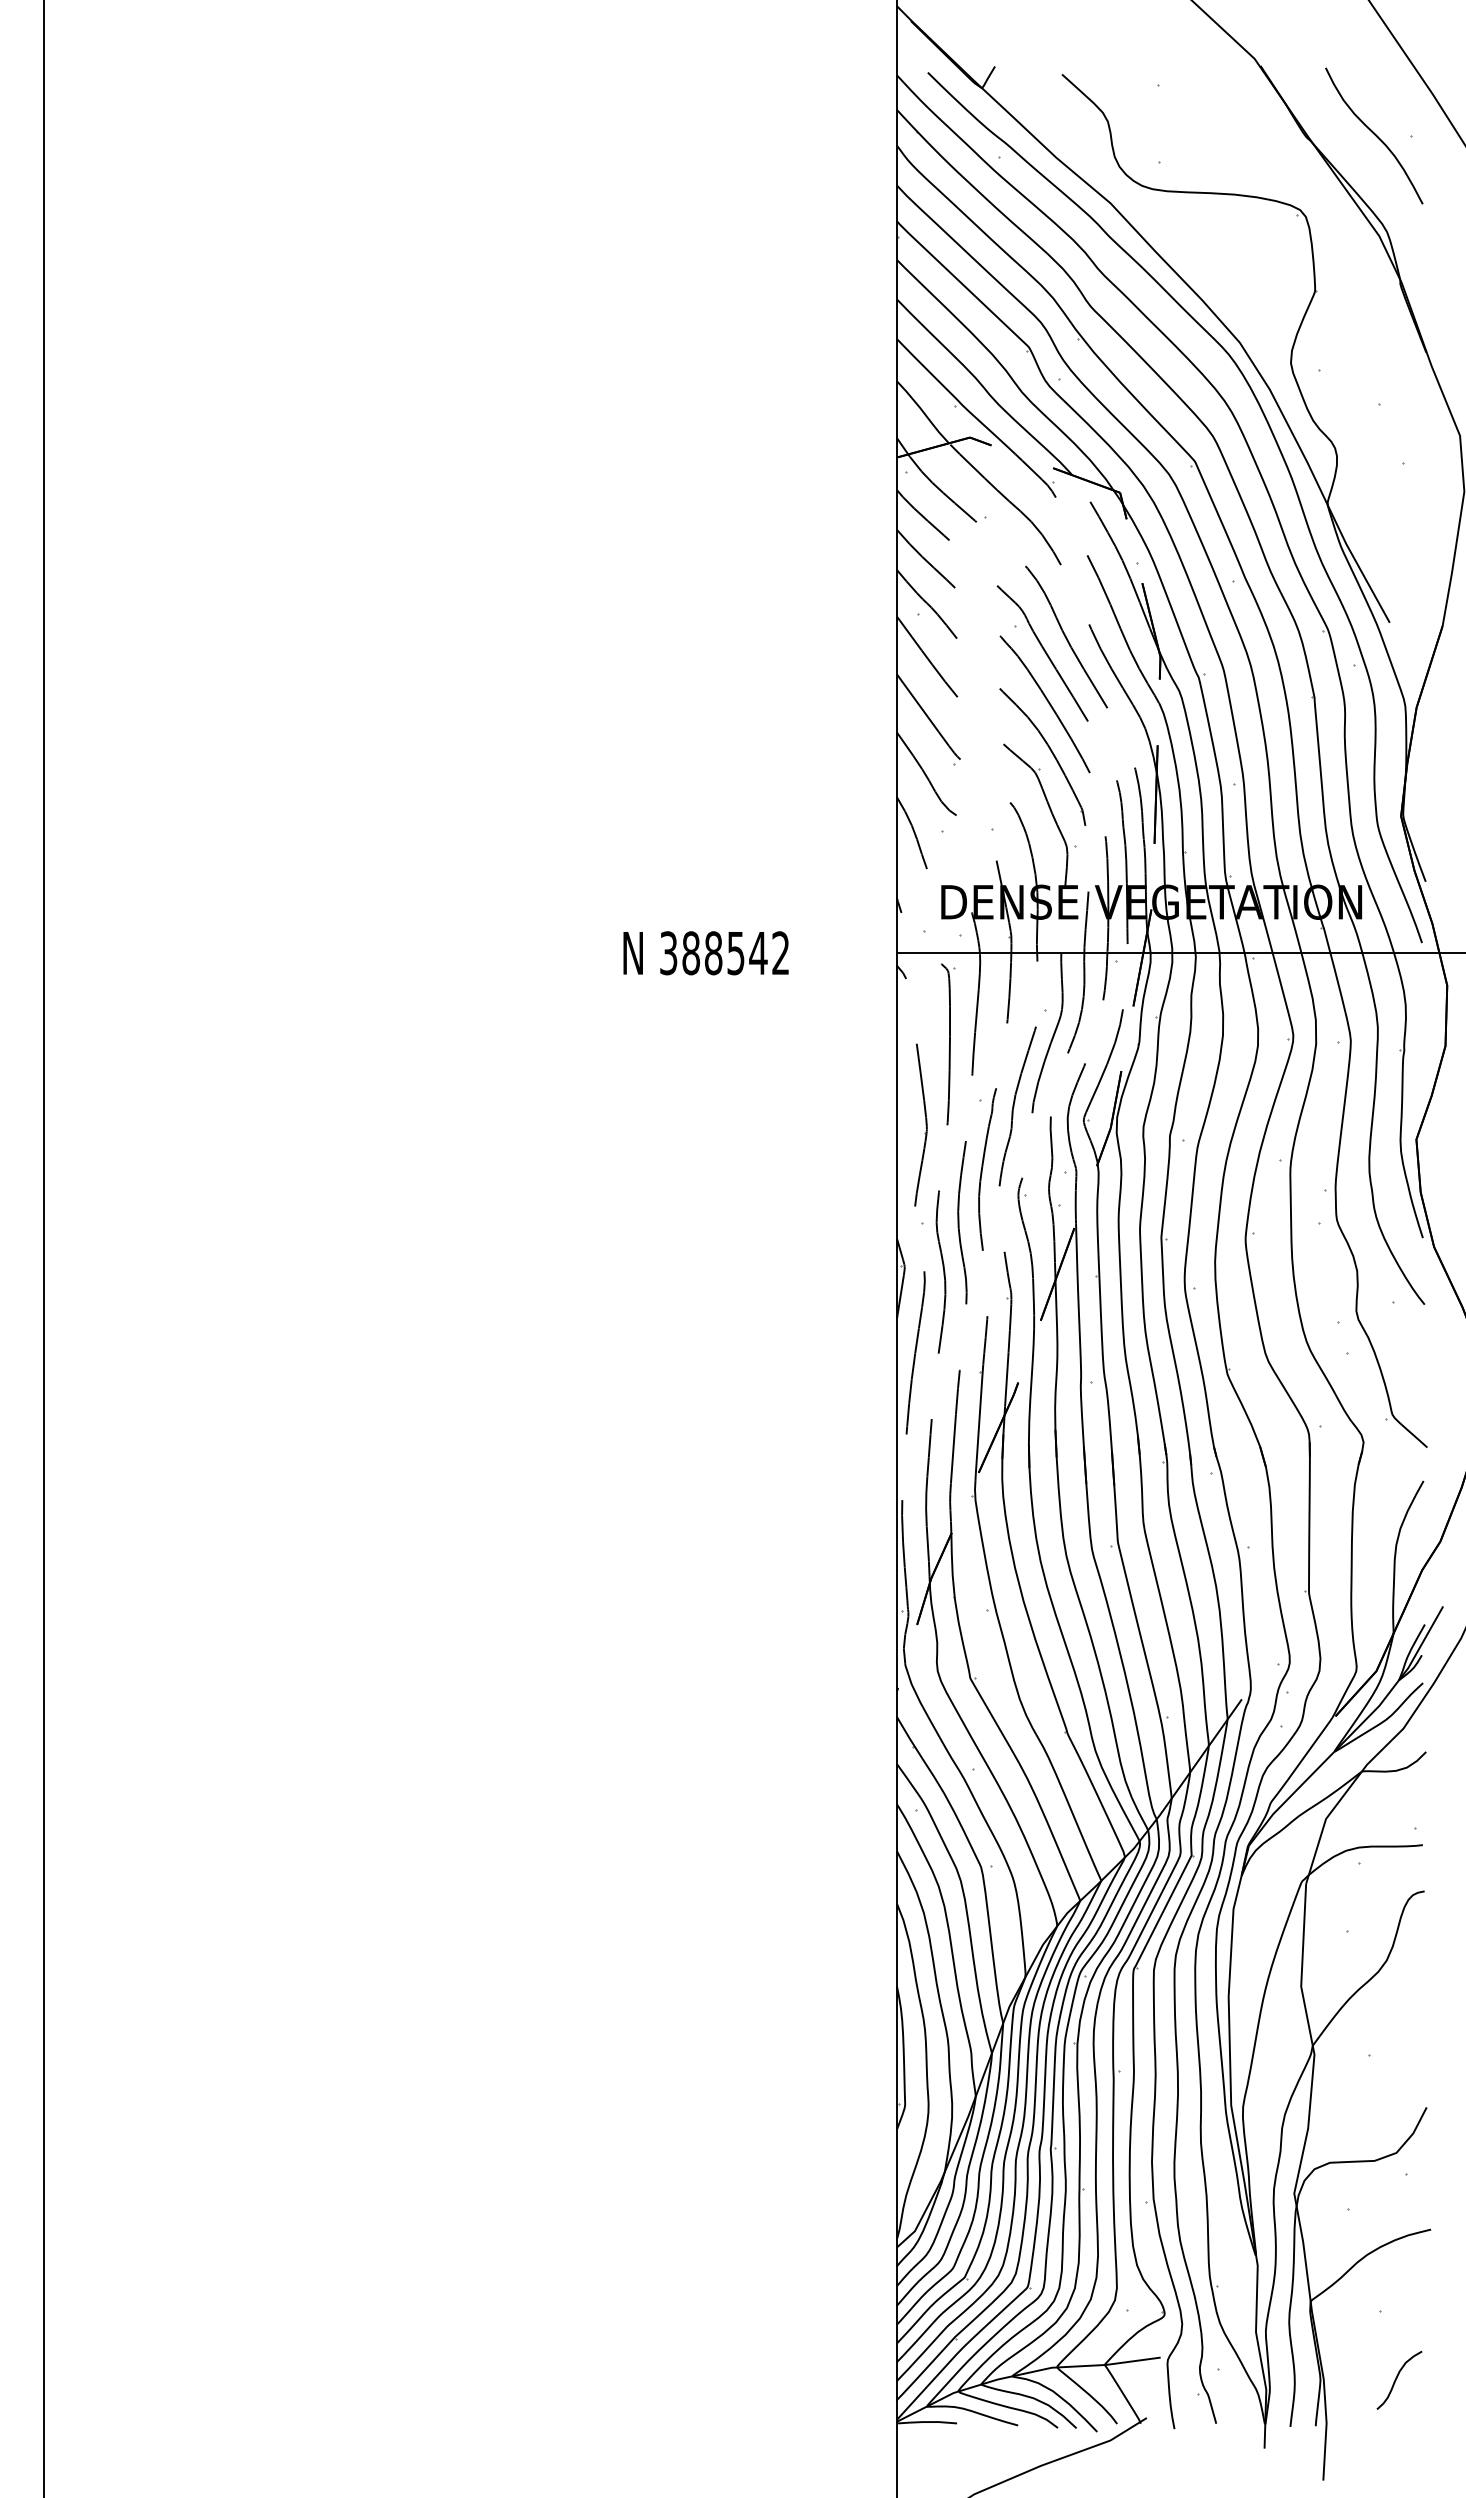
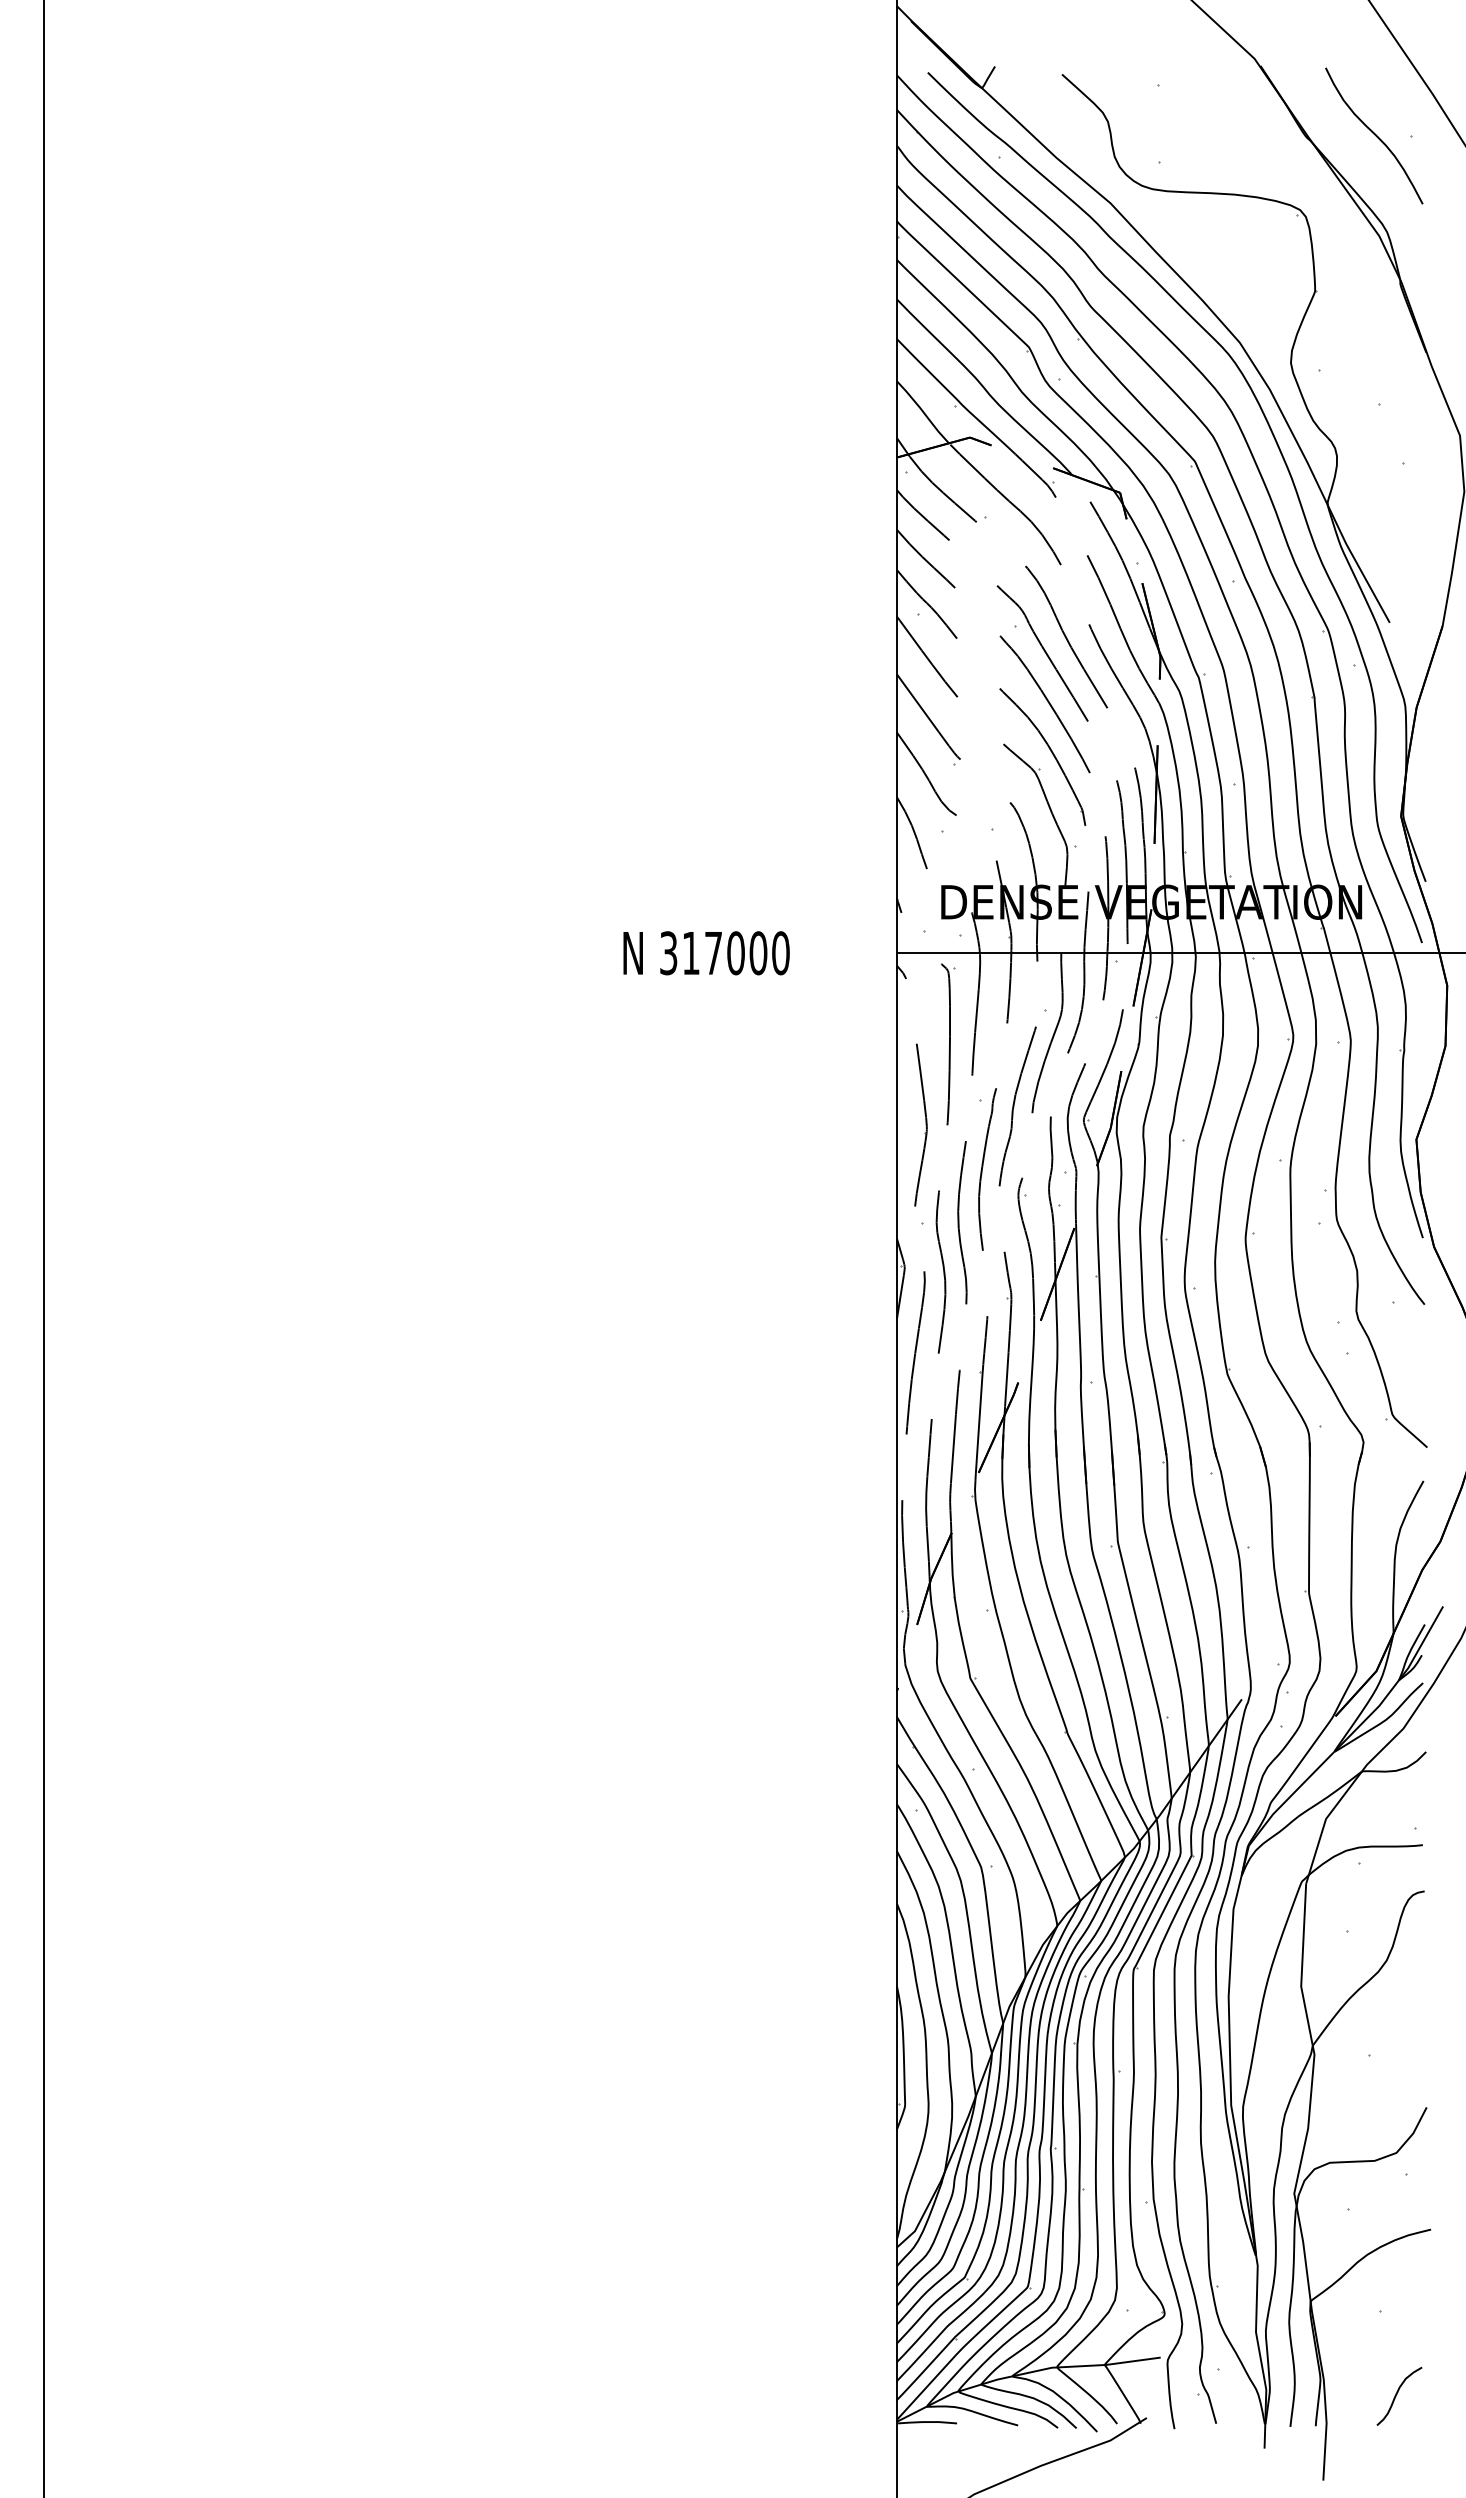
text at (735, 953): 388542 -> 317000
curve at (1397, 2378) position: (1397, 2378) -> (1397, 2394)
